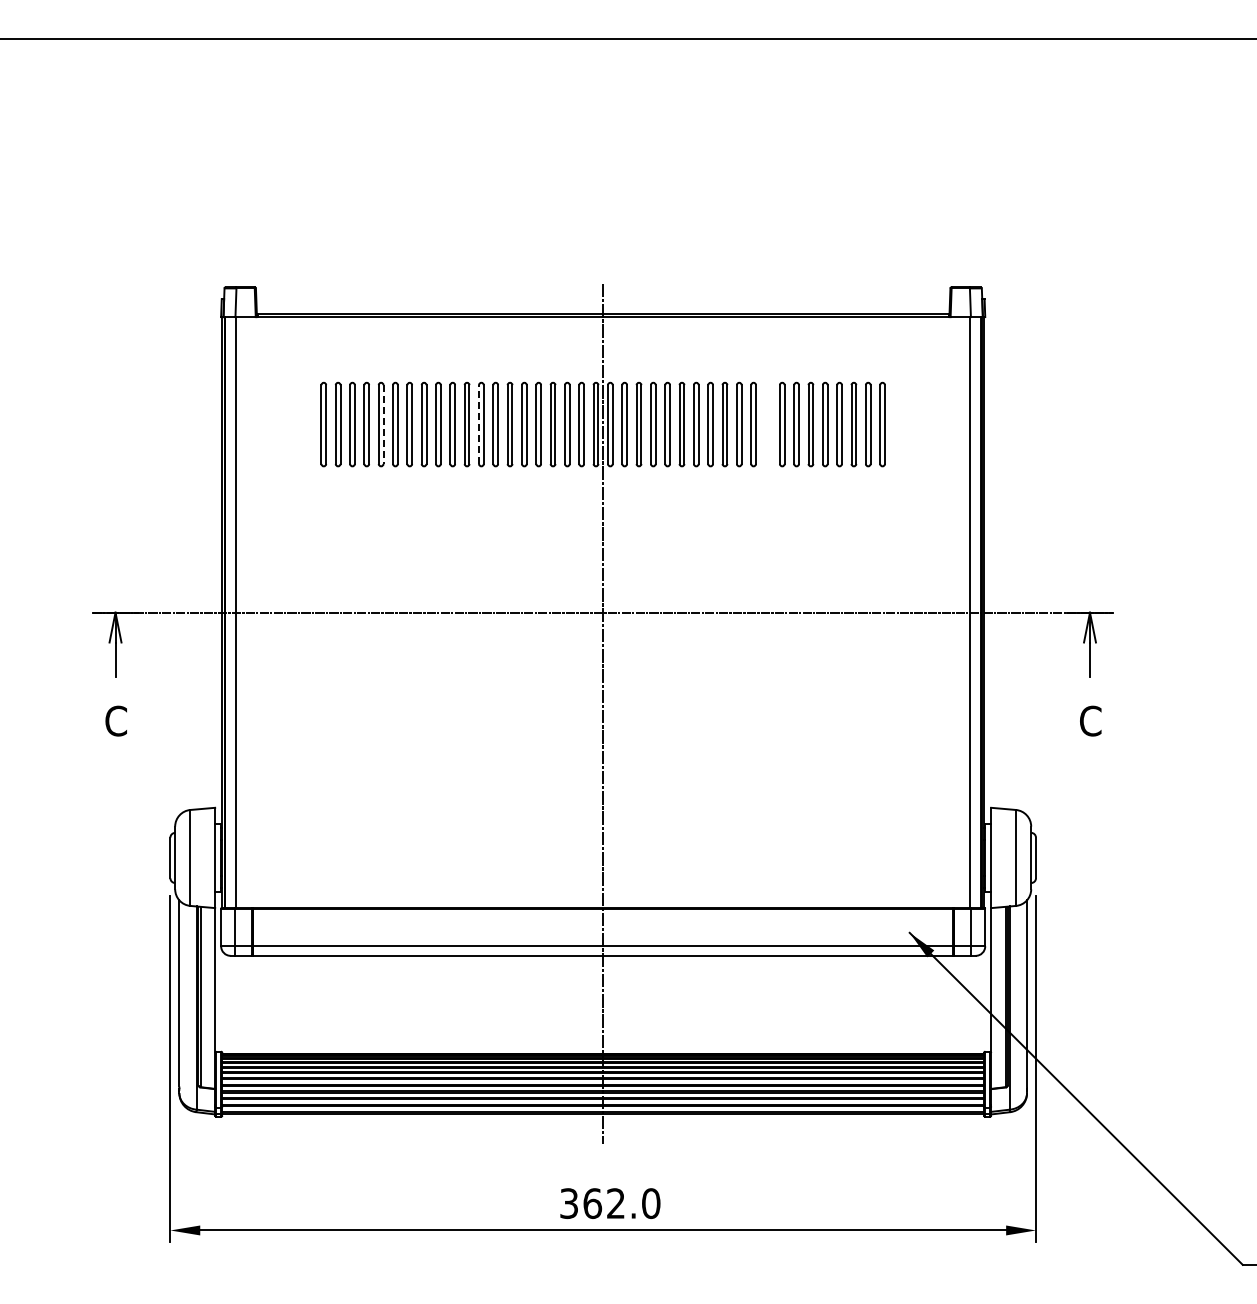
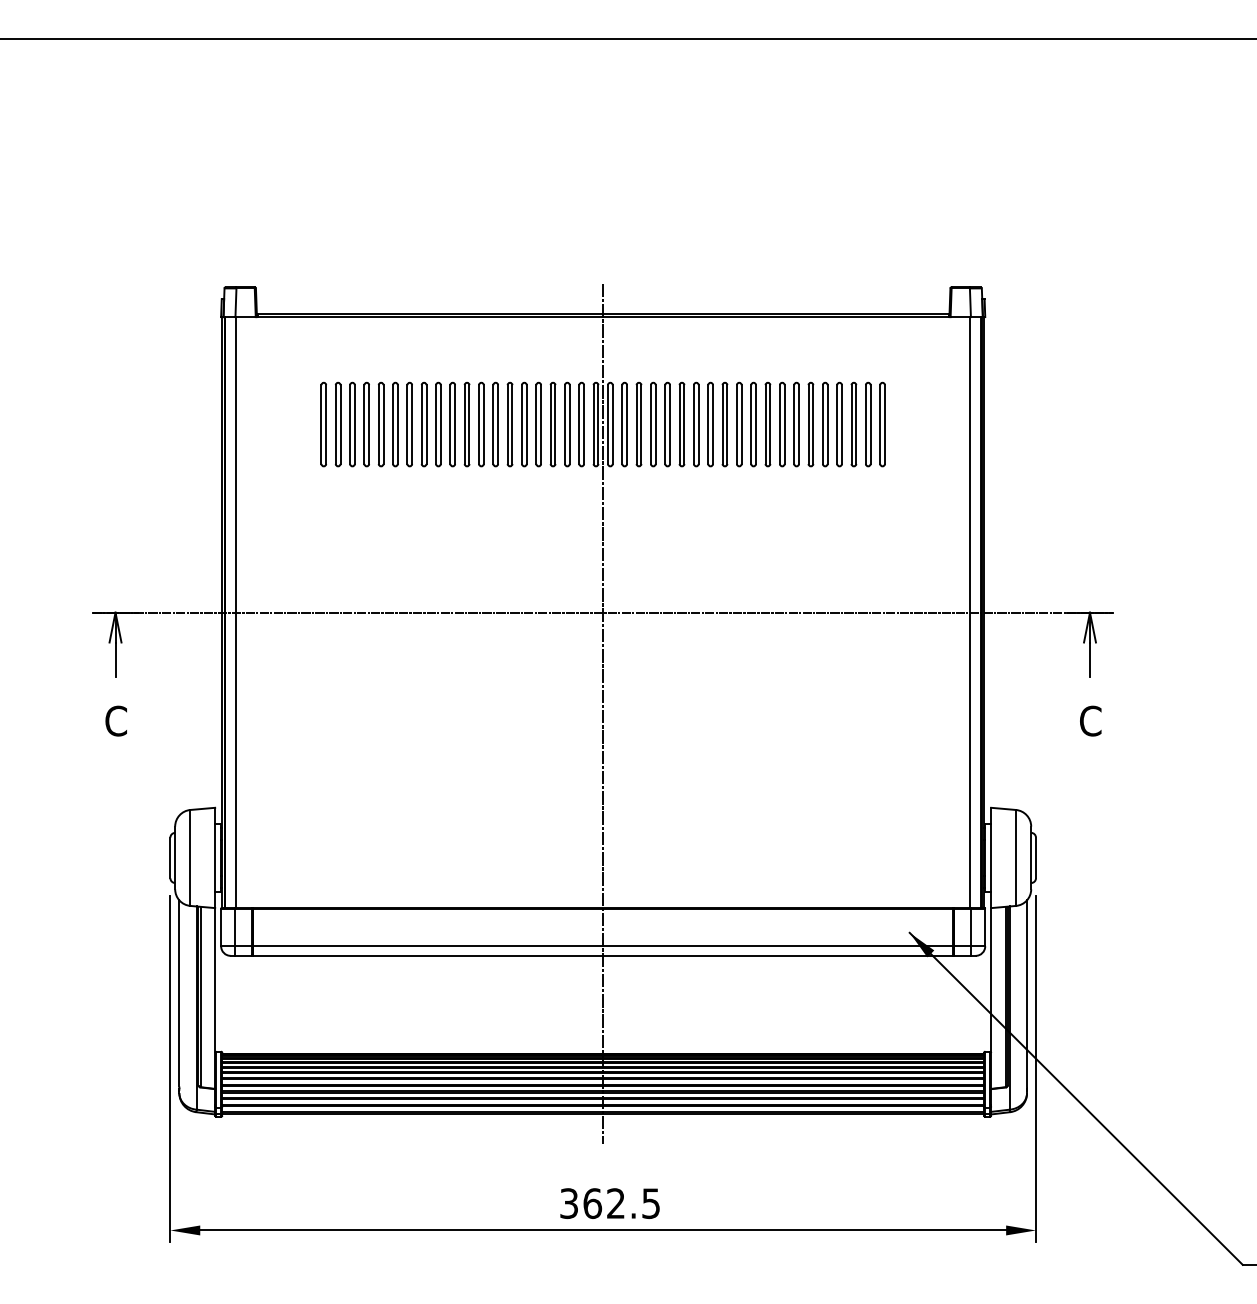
line at (479, 424): dashed -> solid
part at (767, 424): none -> present
line at (383, 425): dashed -> solid
text at (651, 1203): 362.0 -> 362.5
